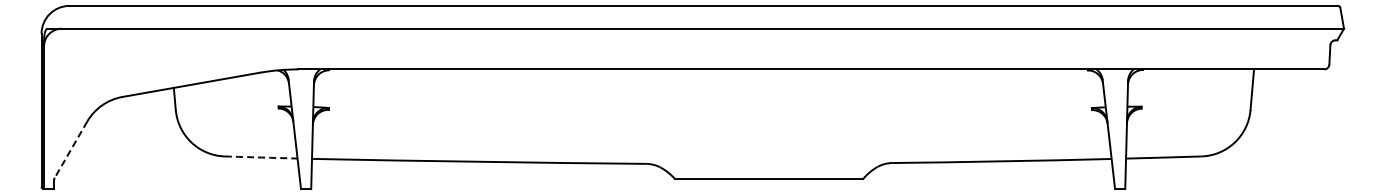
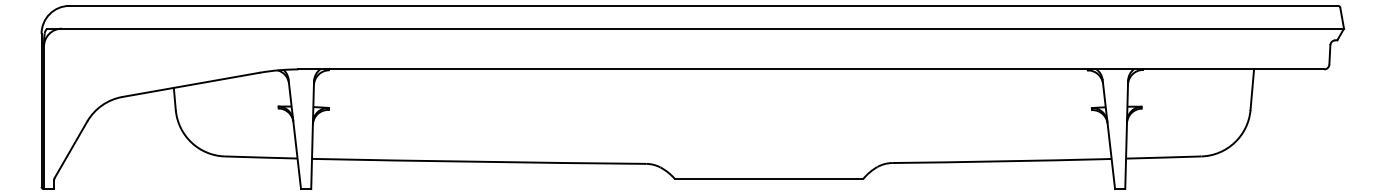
line at (70, 150): dashed -> solid
arc at (261, 157): dashed -> solid
